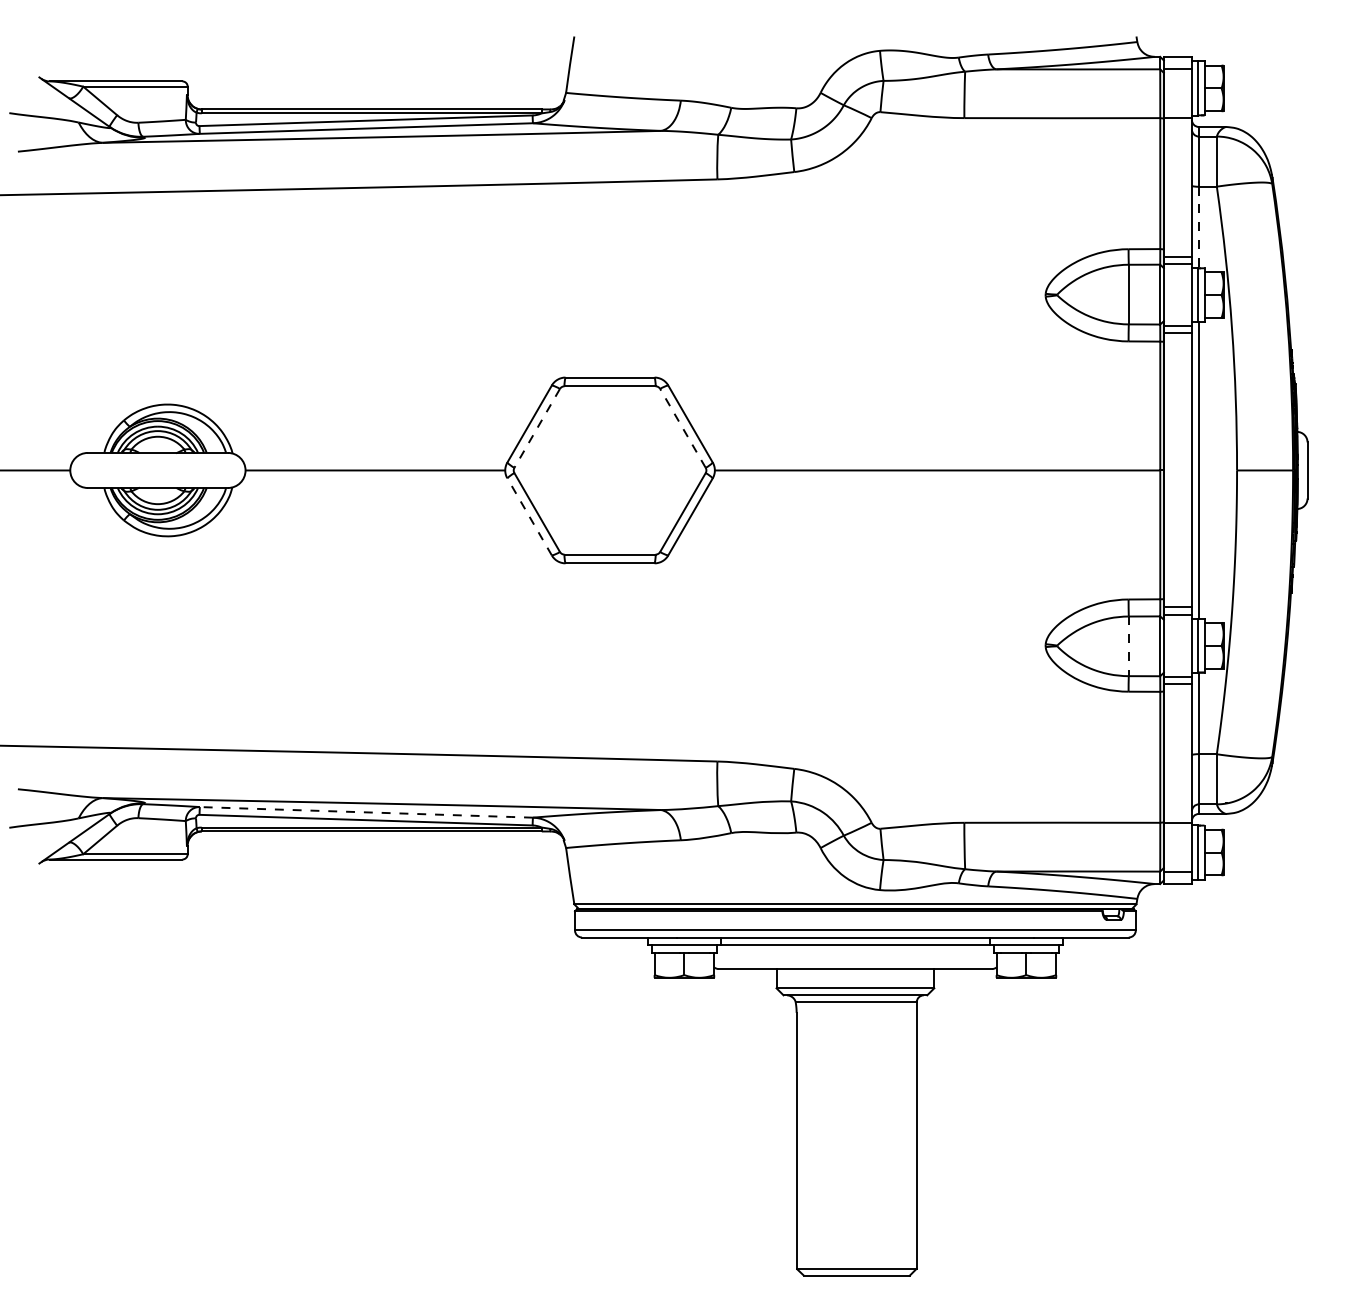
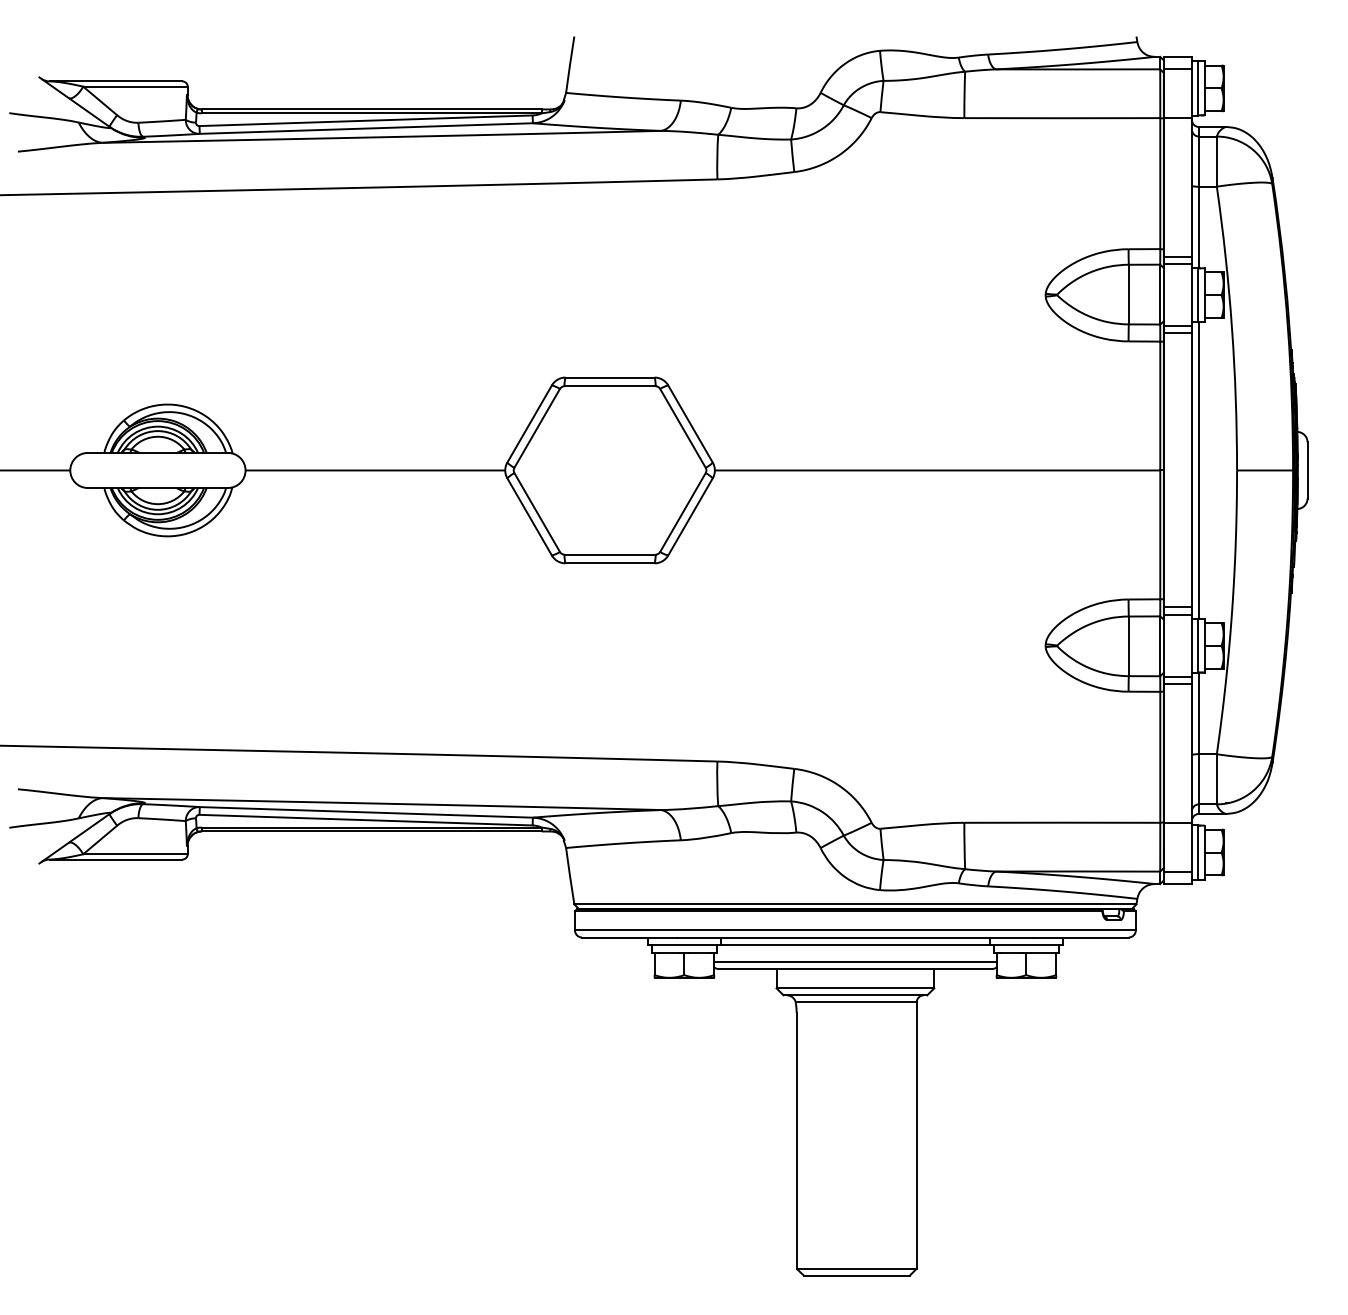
line at (1198, 227): dashed -> solid
line at (682, 427): dashed -> solid
line at (536, 428): dashed -> solid
line at (529, 516): dashed -> solid
line at (1128, 646): dashed -> solid
line at (368, 812): dashed -> solid
line at (855, 962): none -> present
